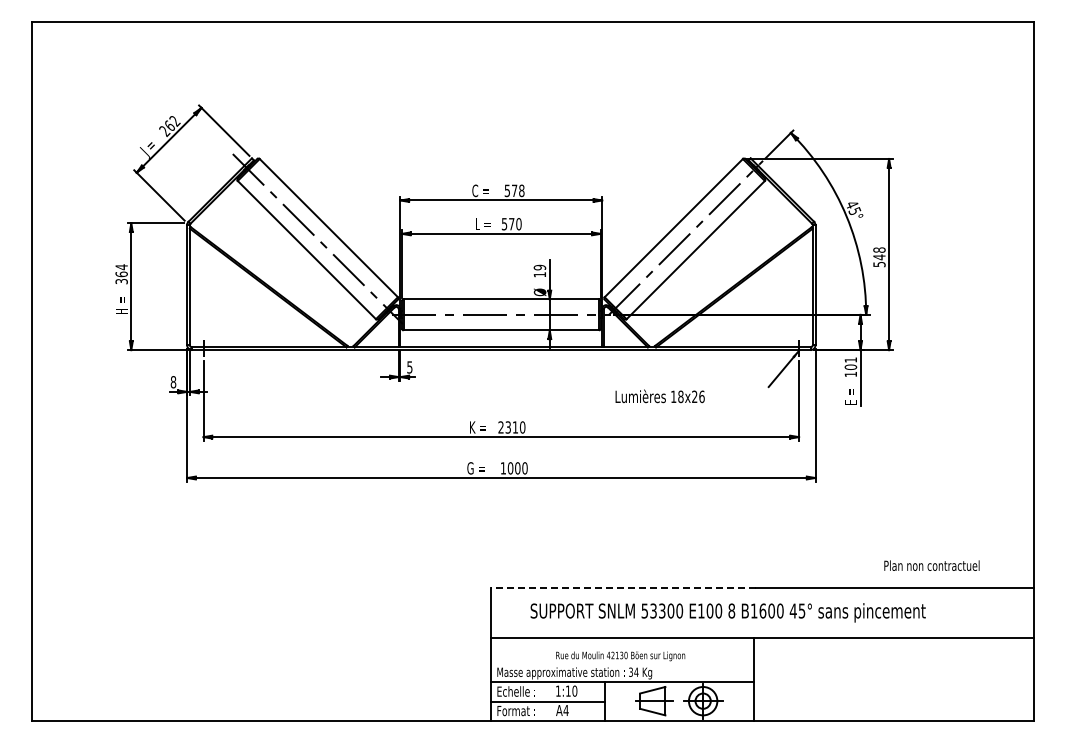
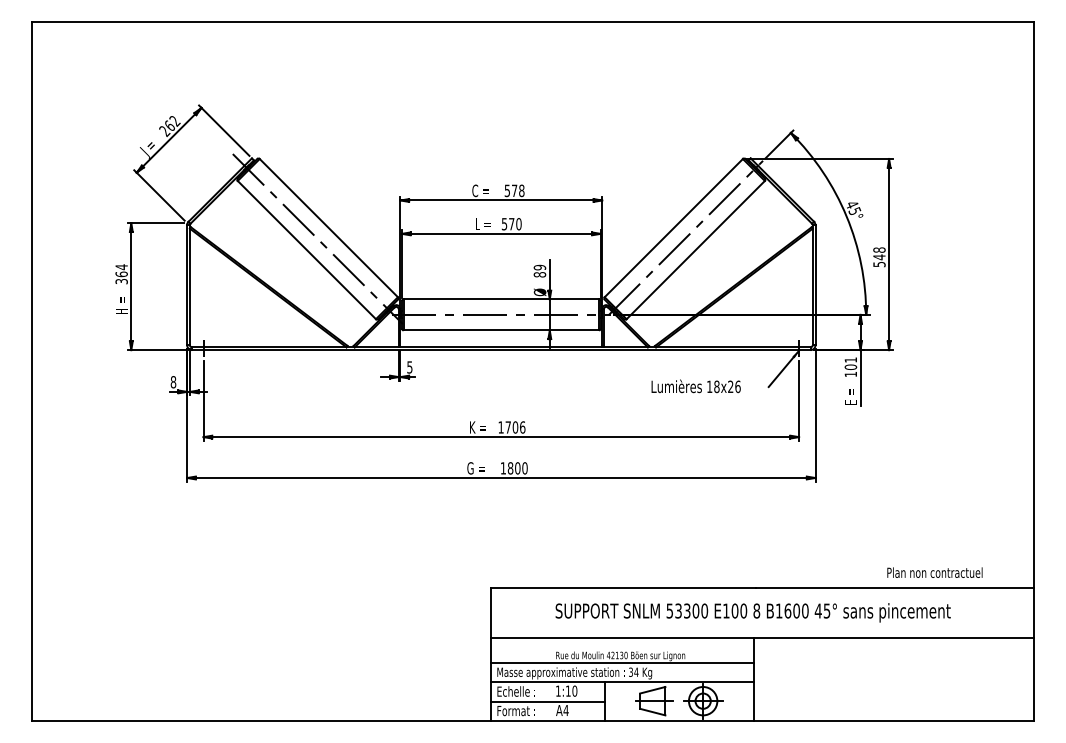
text at (539, 274): 19 -> 89
text at (659, 396) position: (659, 396) -> (695, 386)
text at (511, 427): 2310 -> 1706
text at (510, 468): 1000 -> 1800
text at (931, 565) position: (931, 565) -> (934, 572)
line at (623, 588): dashed -> solid
text at (727, 612) position: (727, 612) -> (752, 612)
line at (621, 663): none -> present
